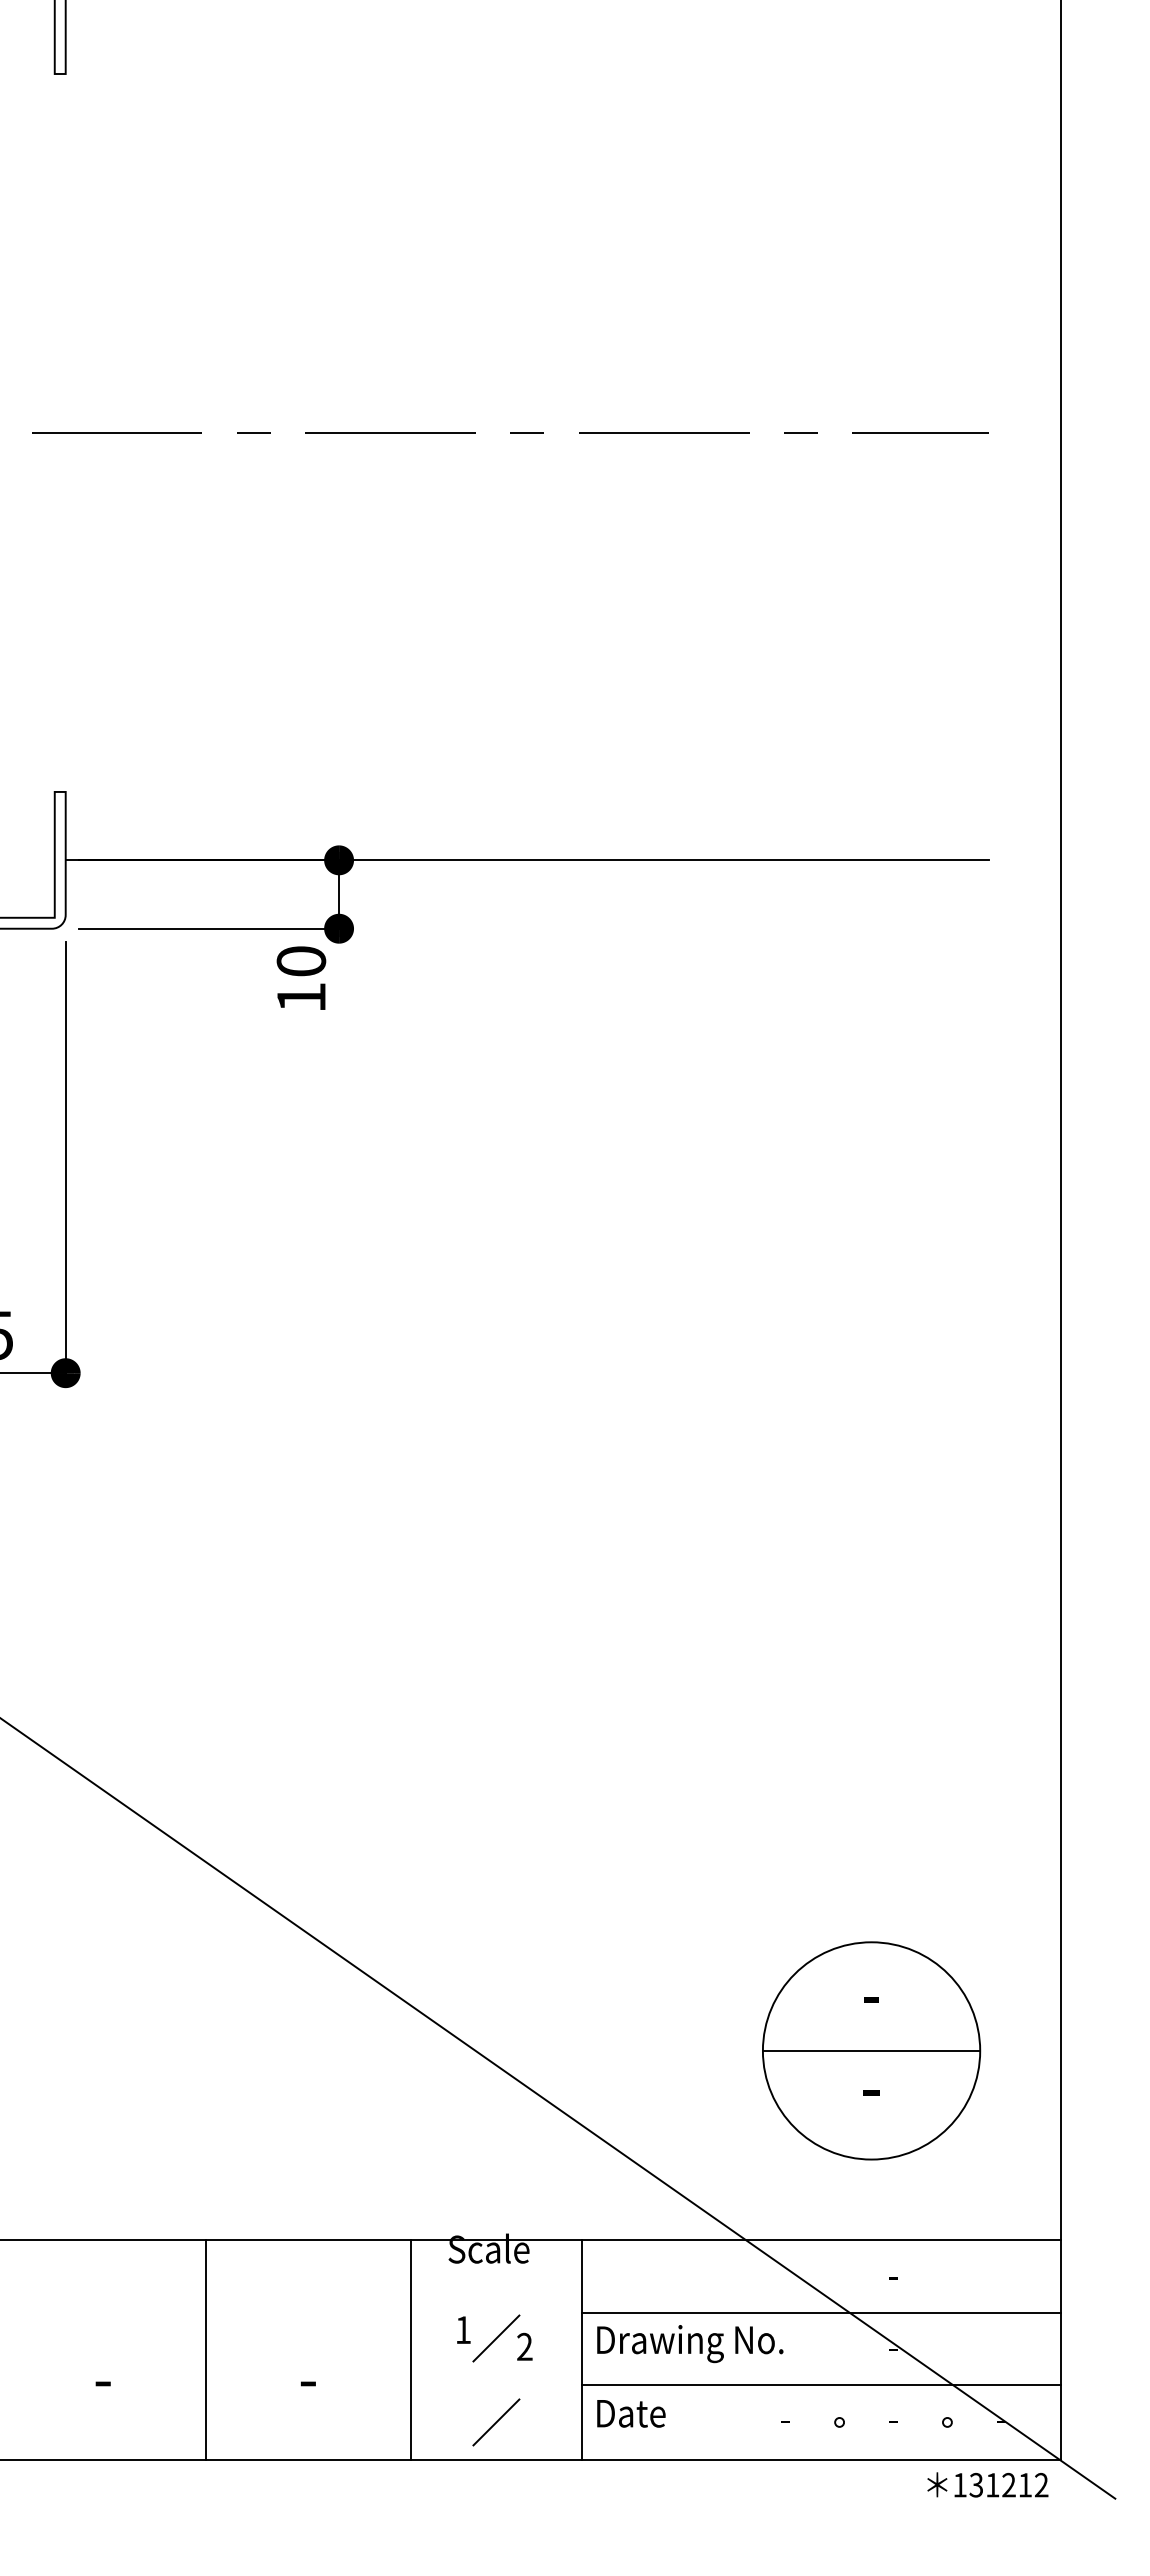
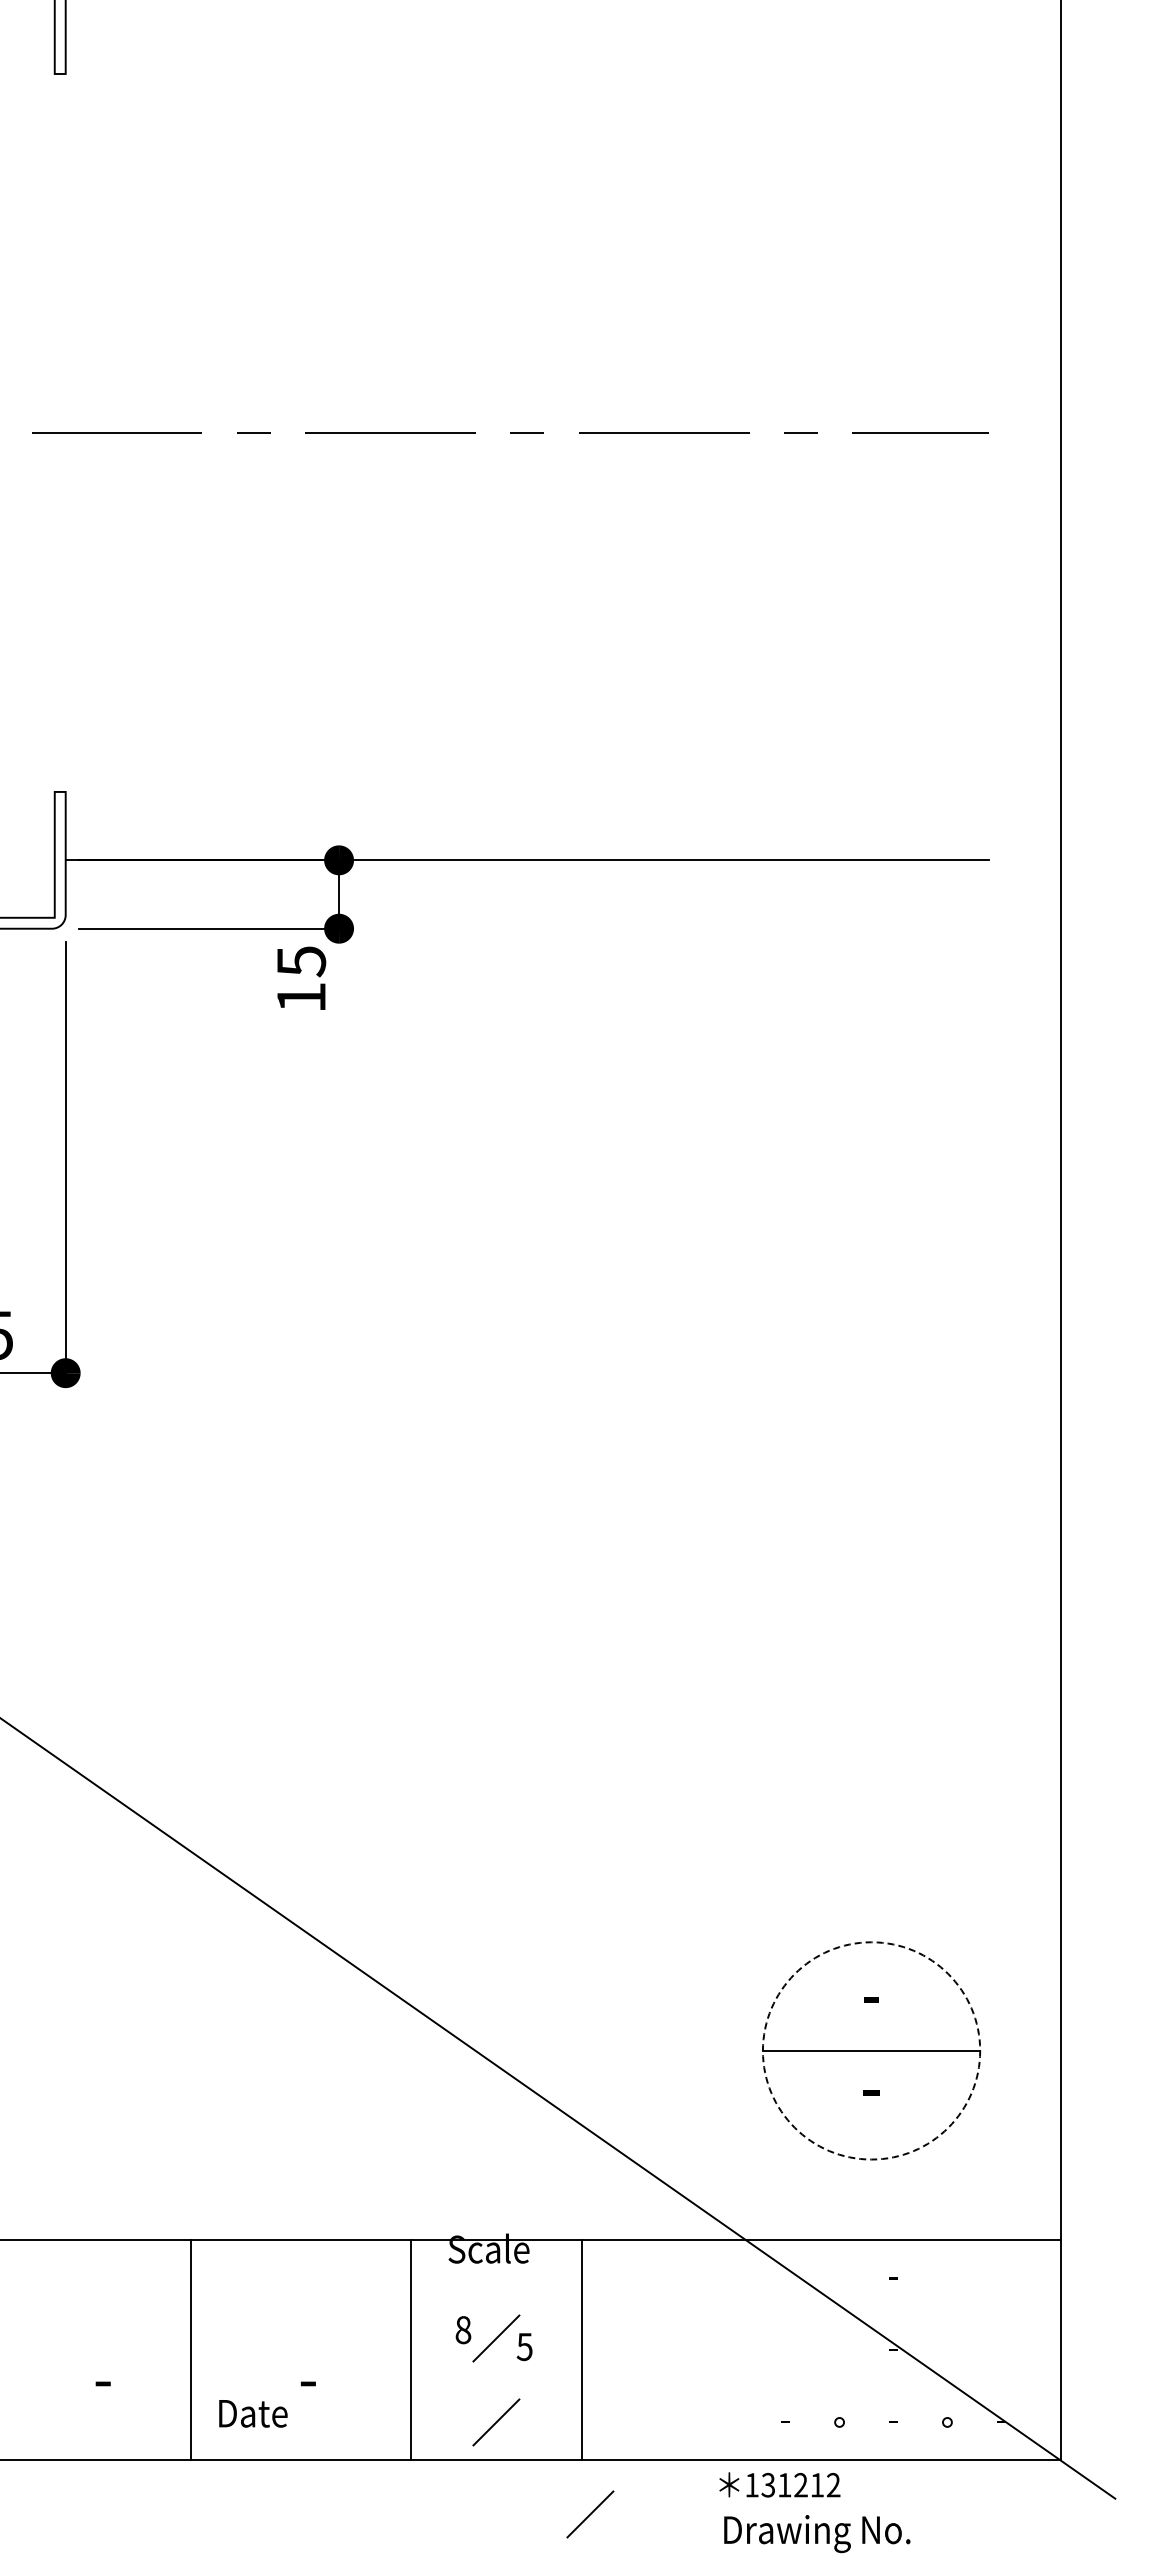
text at (301, 961): 10 -> 15
circle at (871, 2050): solid -> dashed
line at (820, 2313): present -> none
text at (463, 2330): 1 -> 8
text at (690, 2344) position: (690, 2344) -> (817, 2534)
text at (524, 2346): 2 -> 5
line at (205, 2349) position: (205, 2349) -> (190, 2349)
line at (820, 2384): present -> none
text at (631, 2413) position: (631, 2413) -> (253, 2413)
text at (987, 2484) position: (987, 2484) -> (779, 2484)
line at (590, 2514): none -> present
